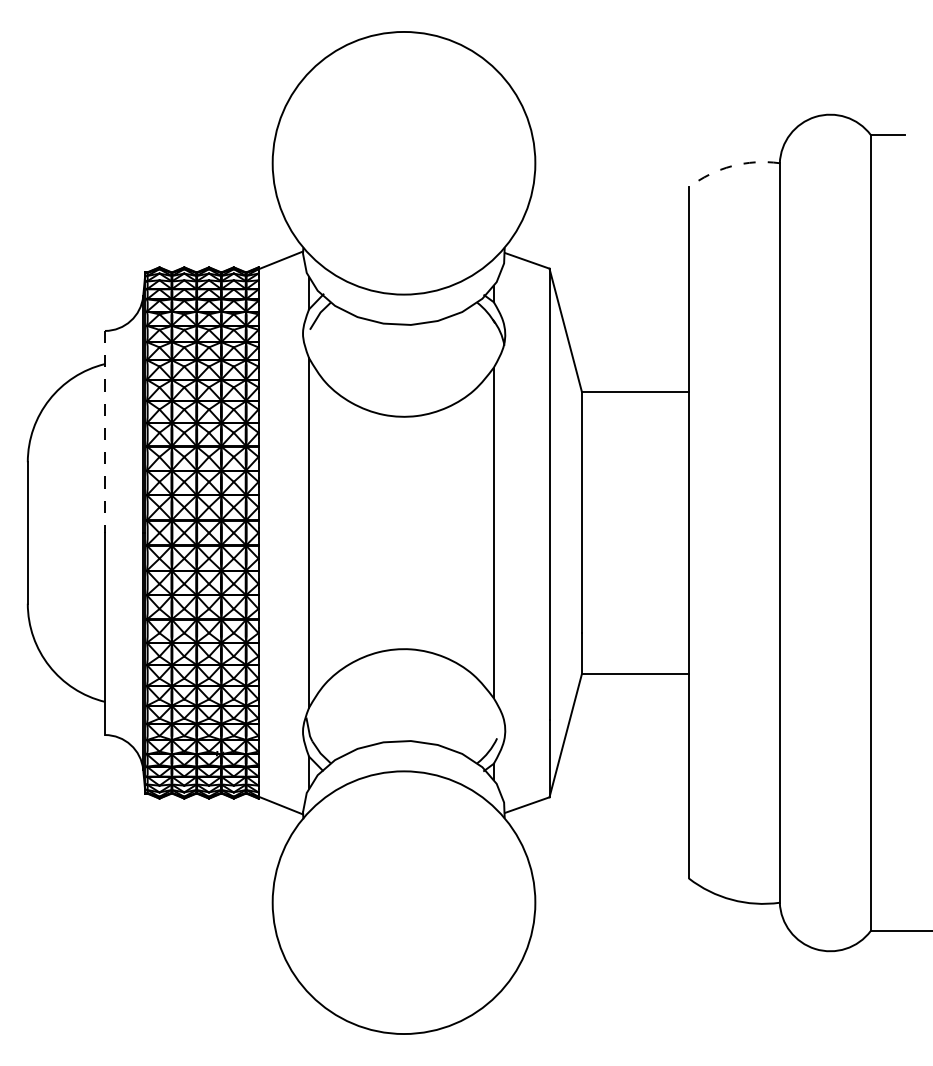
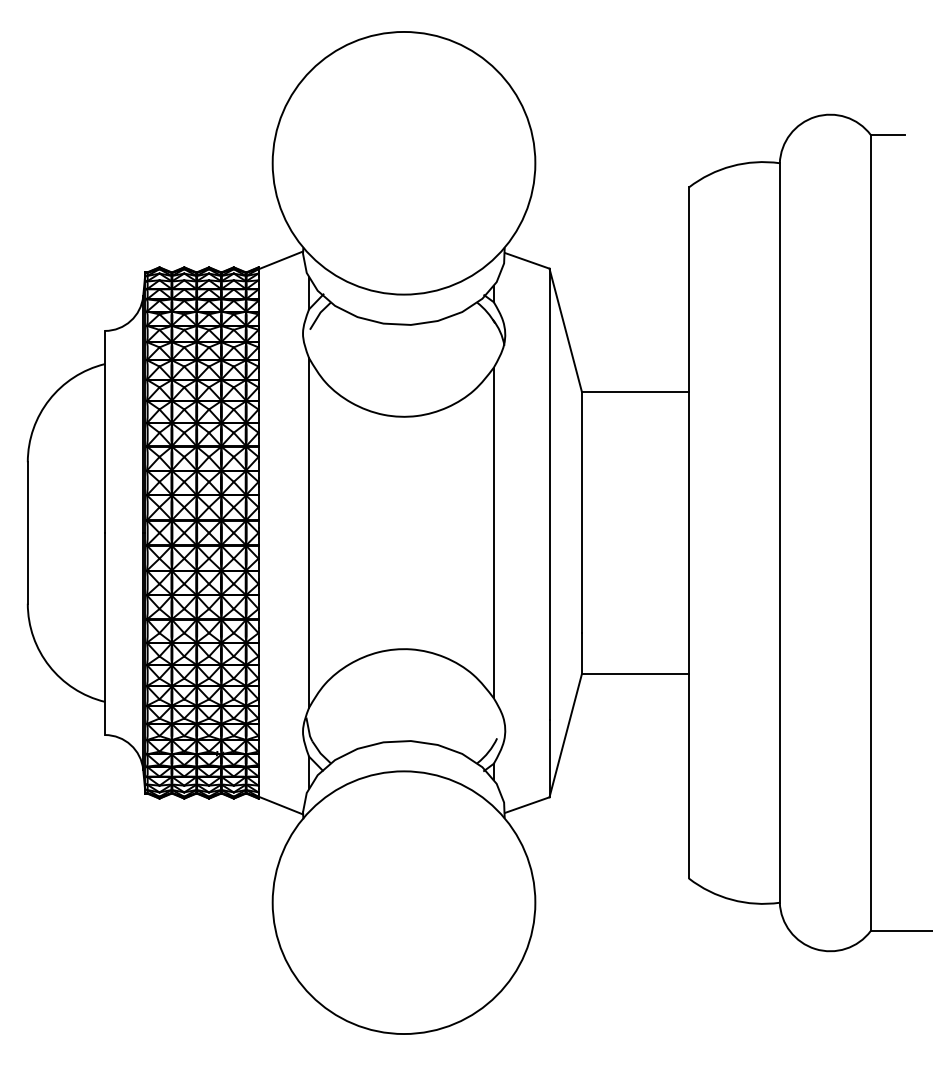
arc at (731, 166): dashed -> solid
line at (105, 432): dashed -> solid
